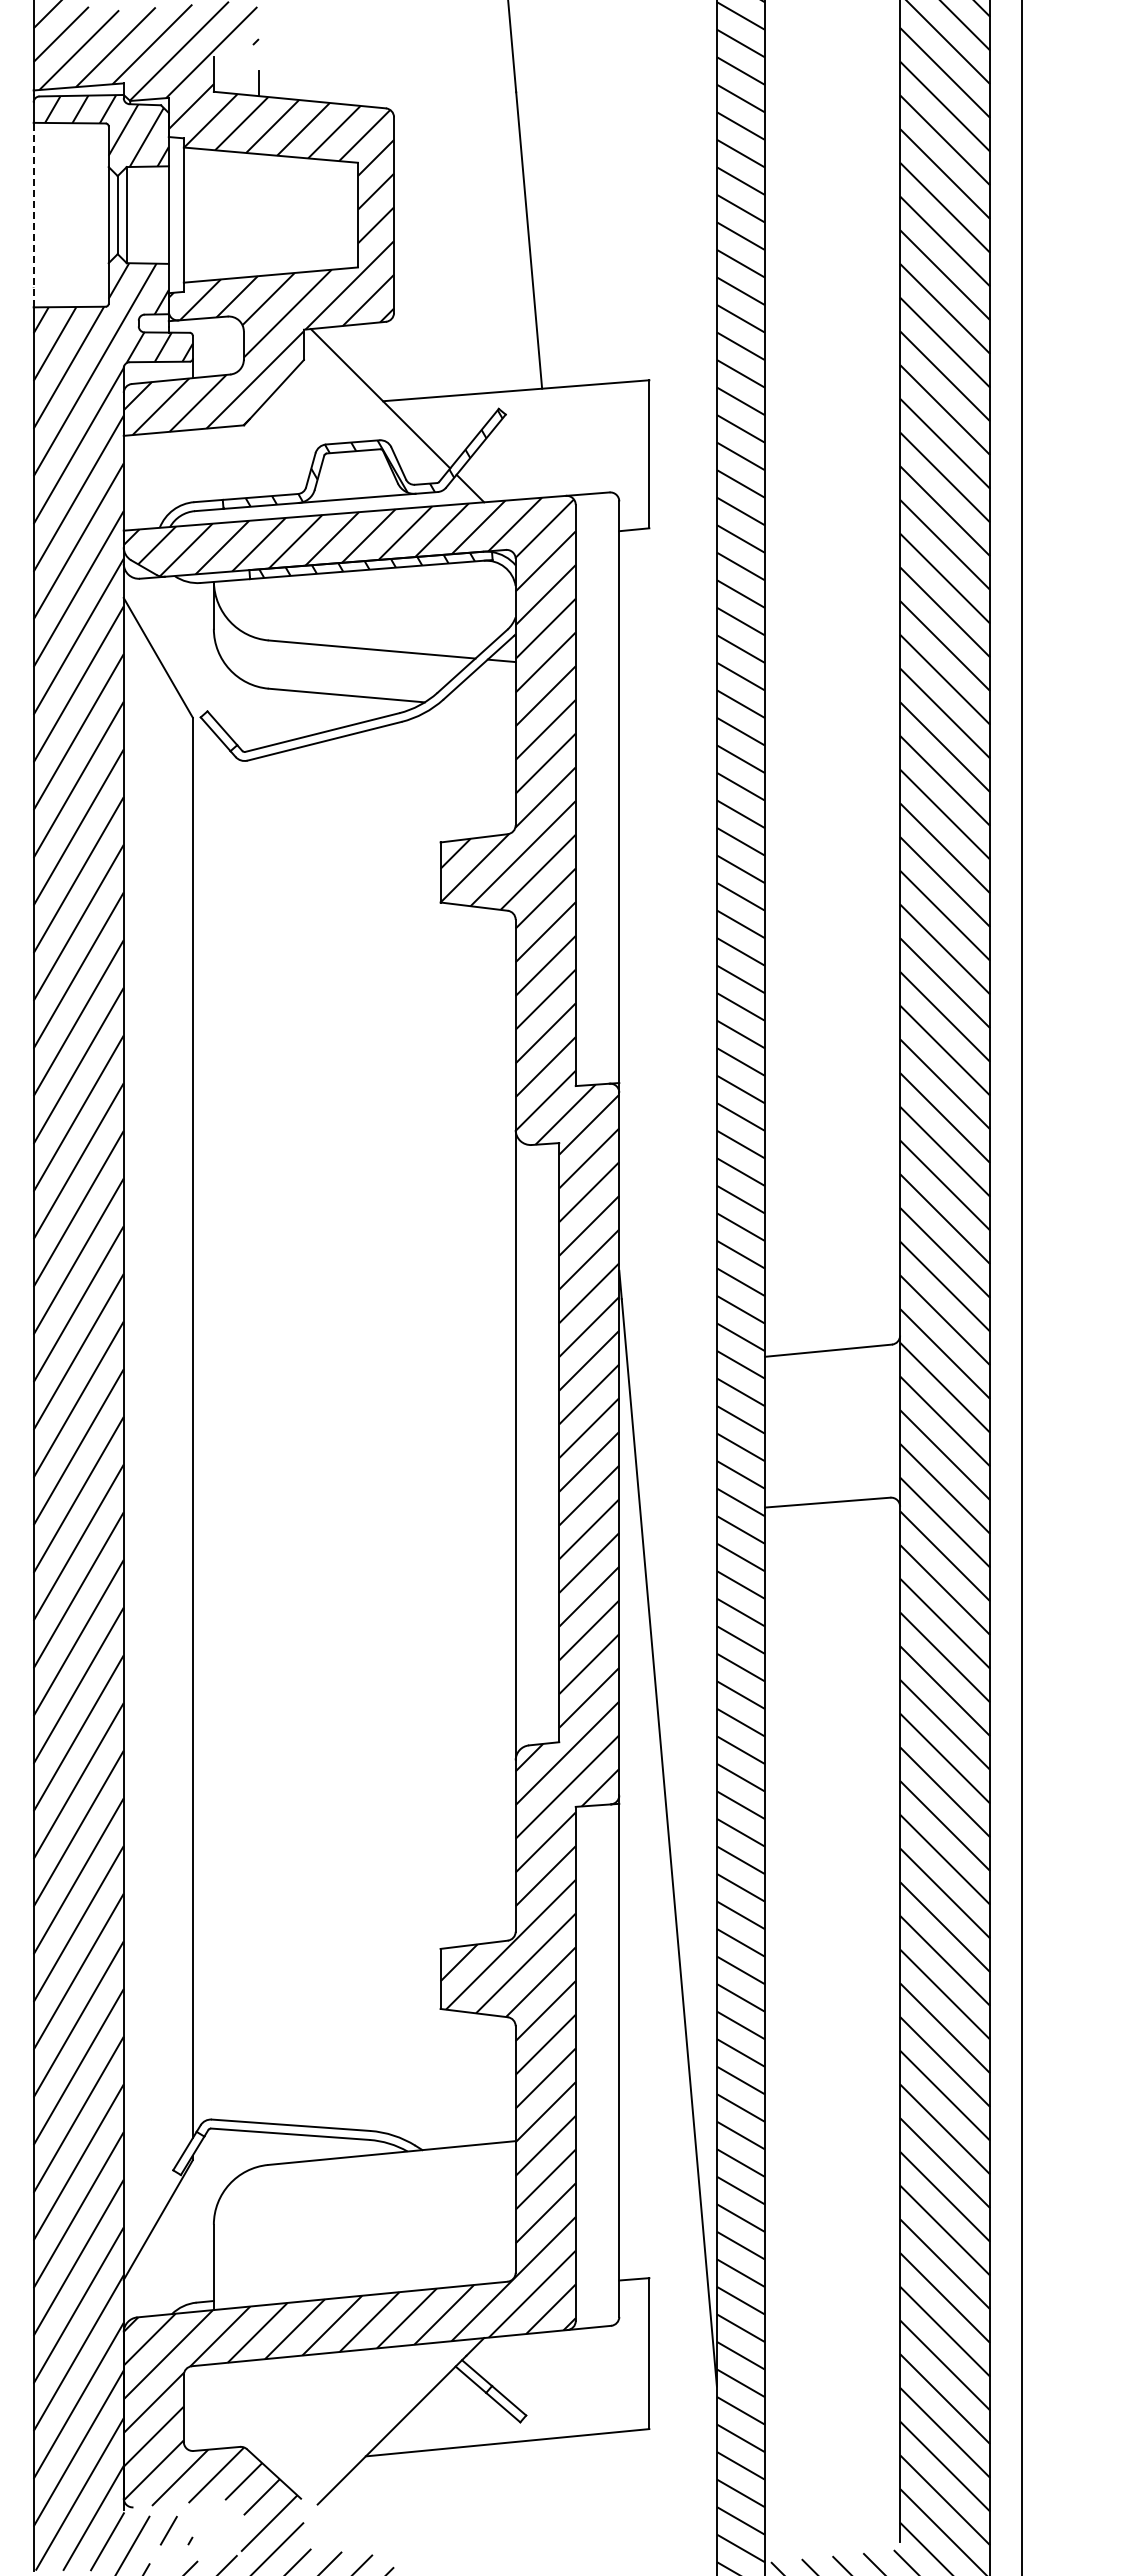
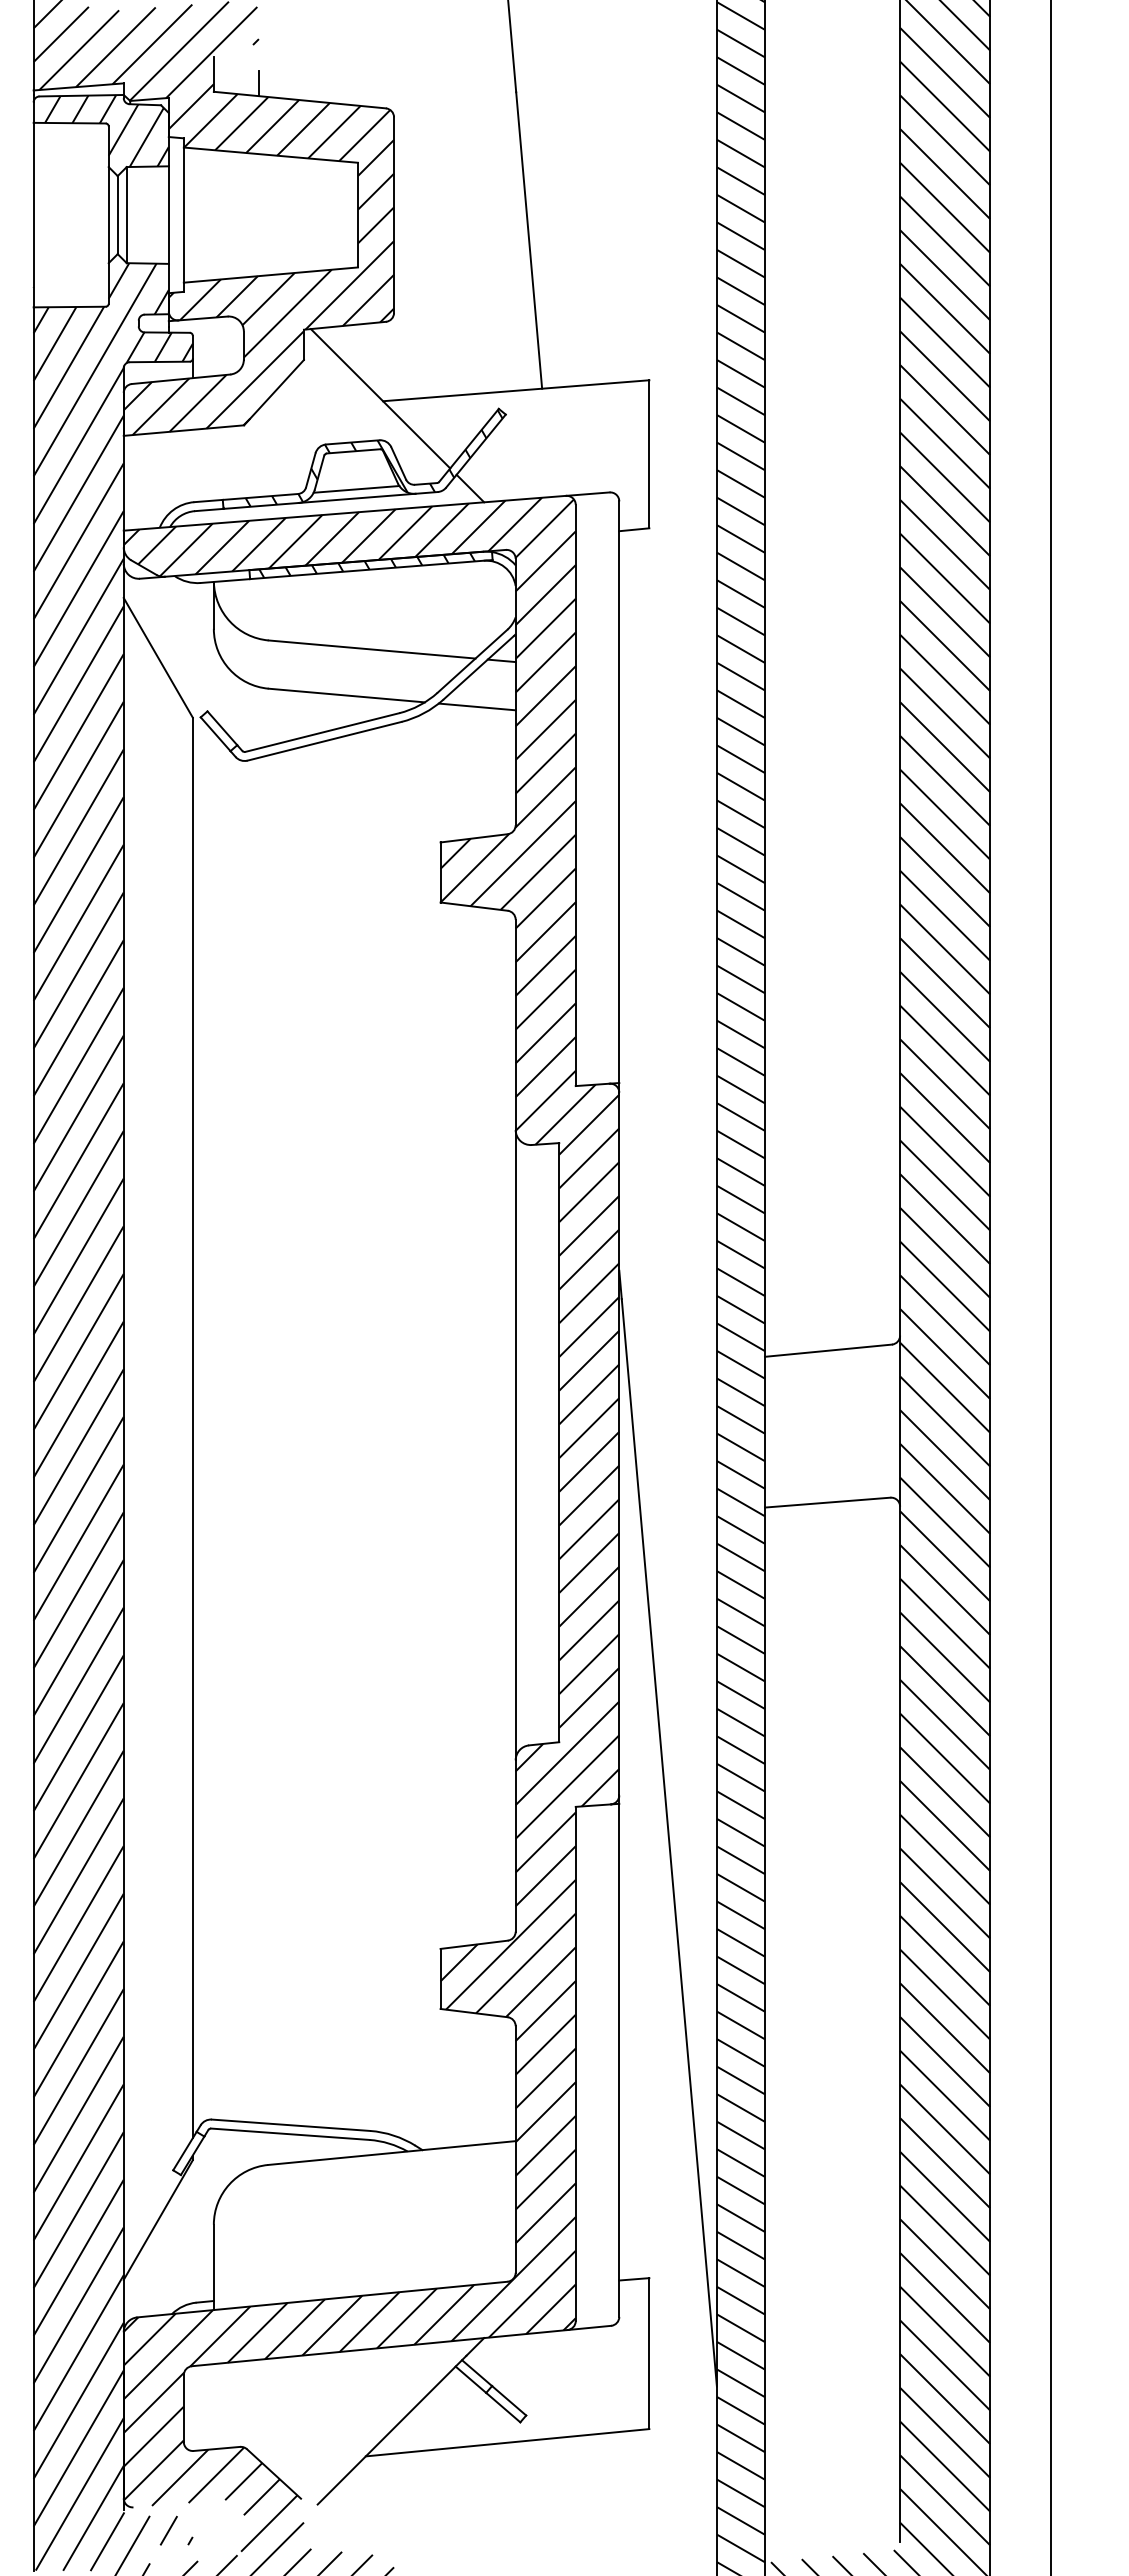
line at (33, 214): dashed -> solid
line at (356, 489): none -> present
line at (476, 706): none -> present
line at (1021, 1287) position: (1021, 1287) -> (1050, 1287)
